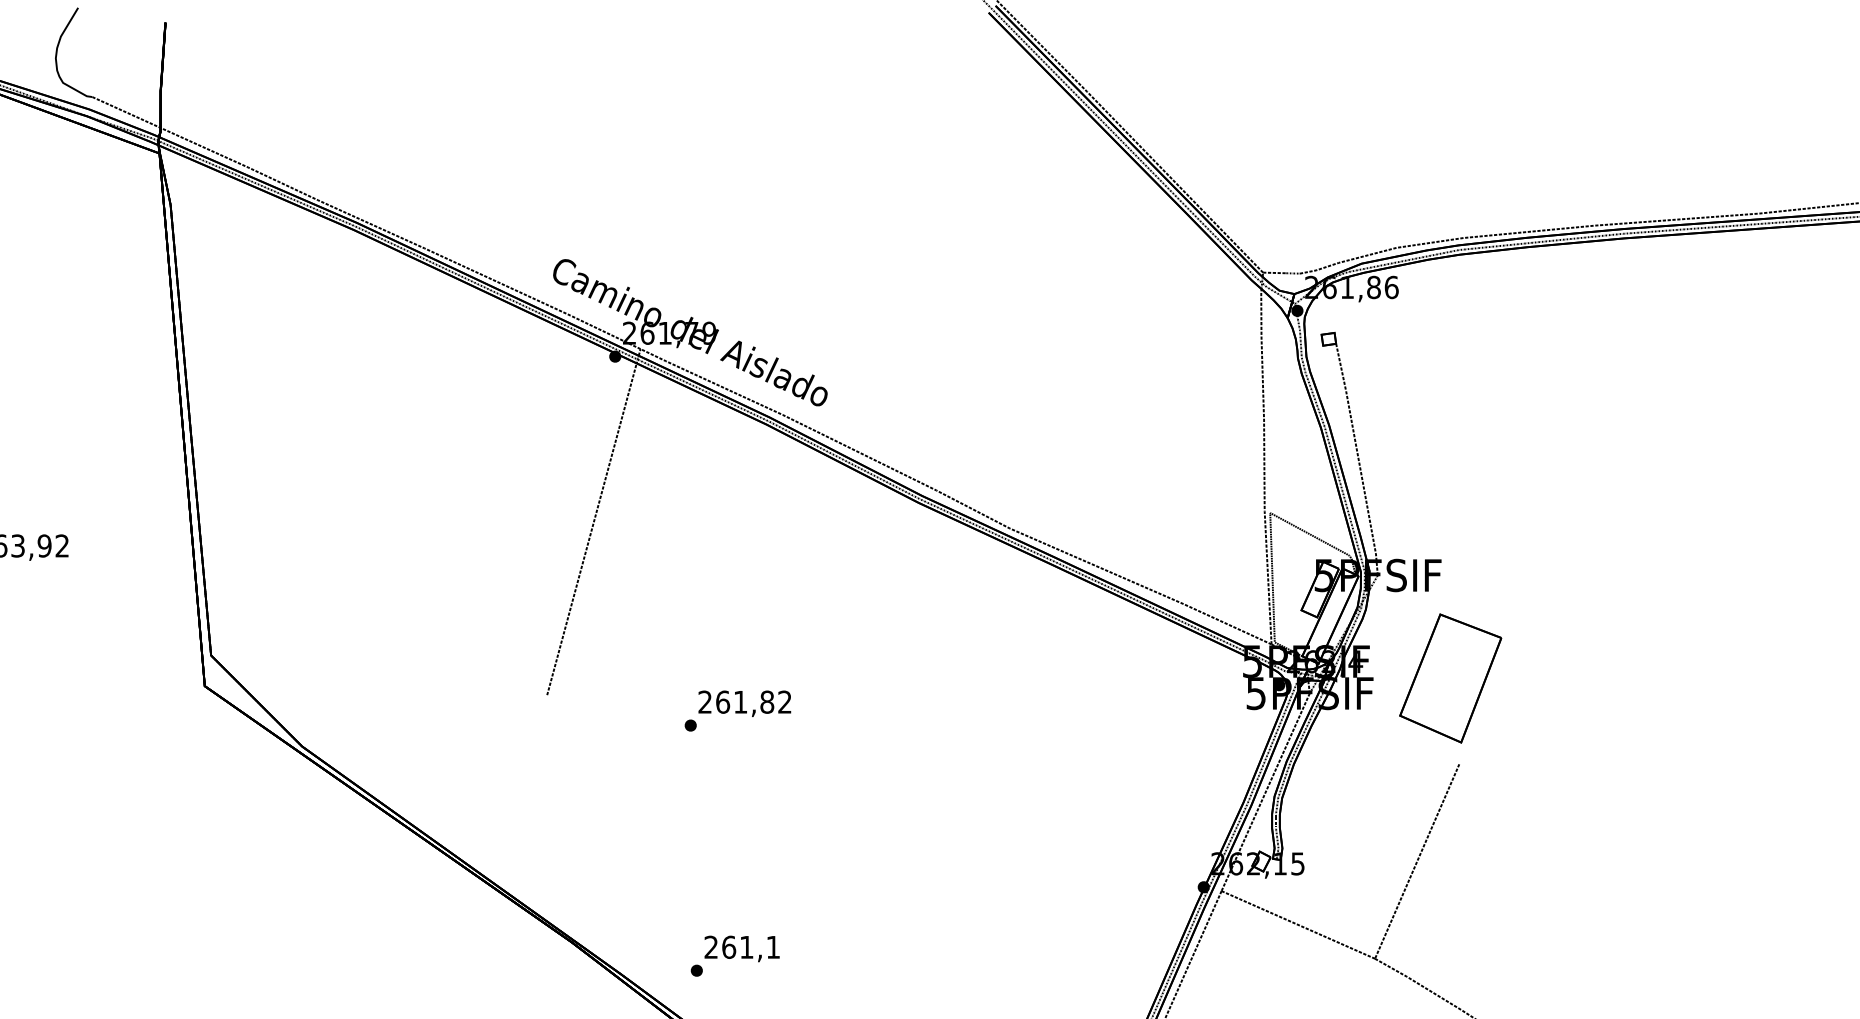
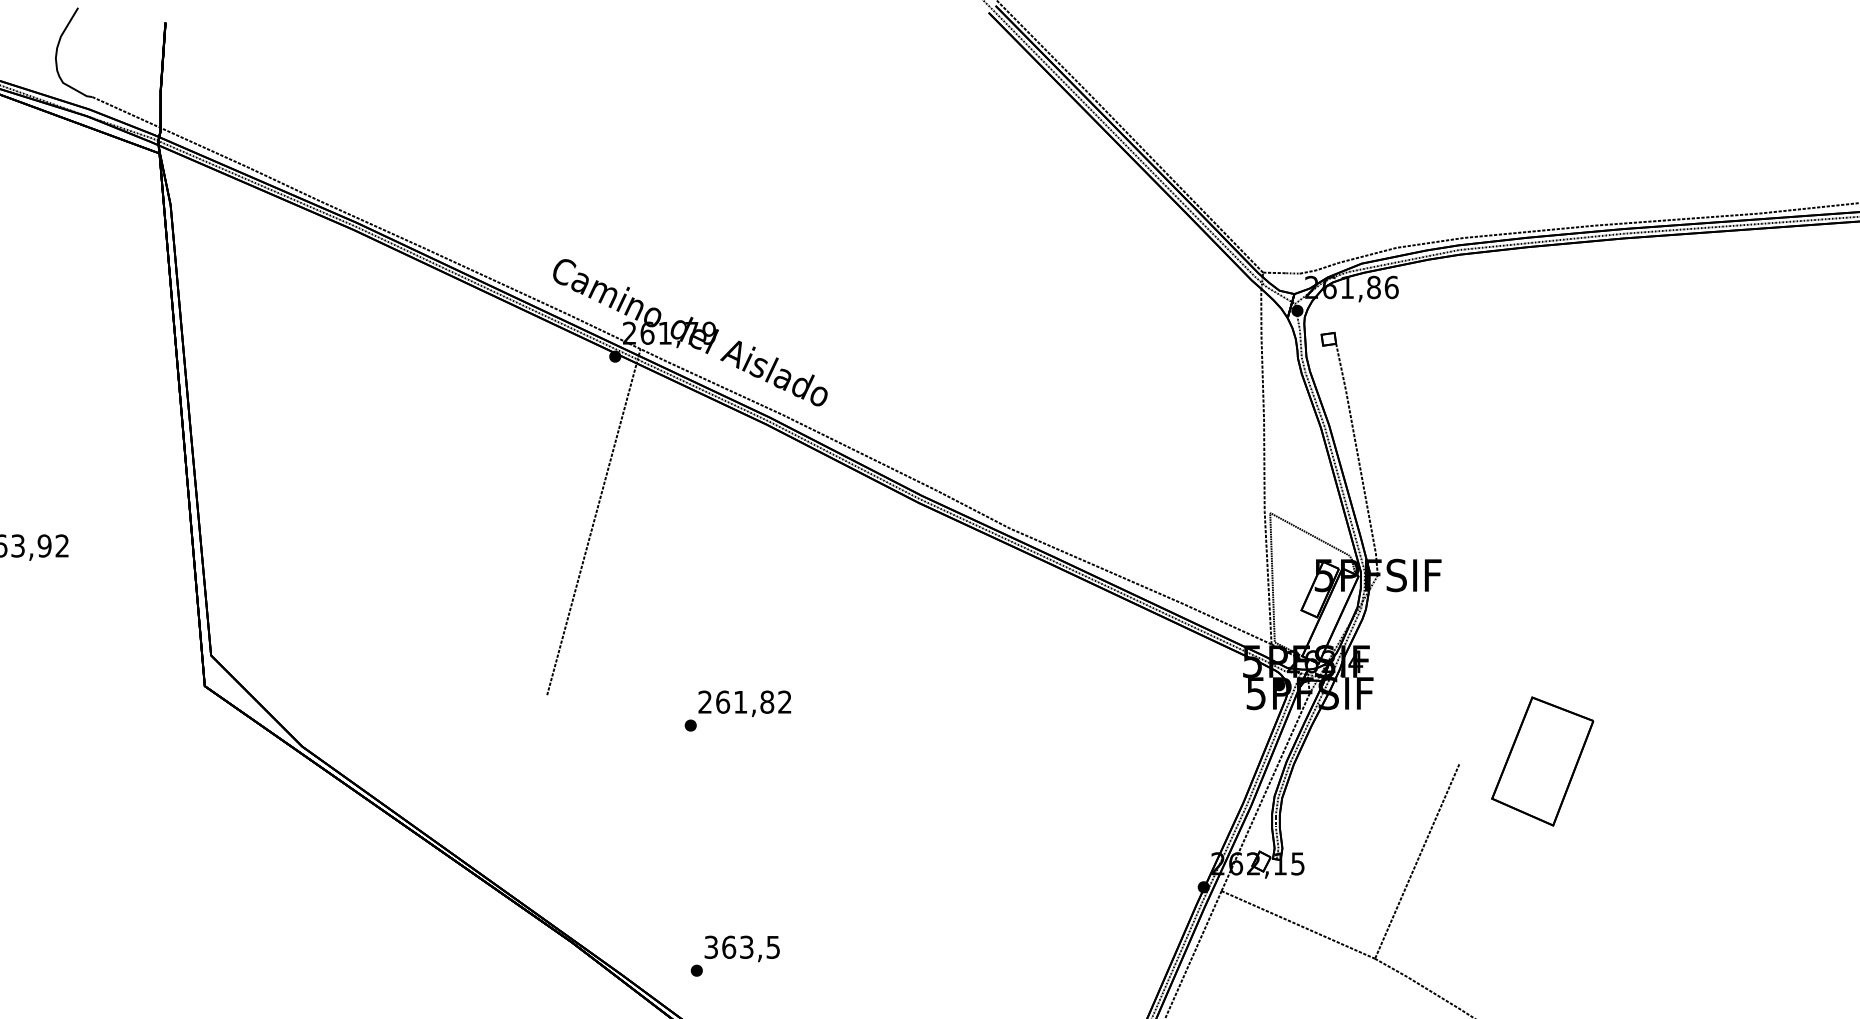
part at (1450, 678) position: (1450, 678) -> (1542, 761)
text at (741, 946): 261,1 -> 363,5
